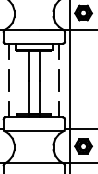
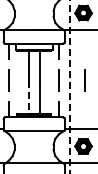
line at (84, 80): none -> present
line at (69, 87): solid -> dashed
line at (28, 97): solid -> dashed
